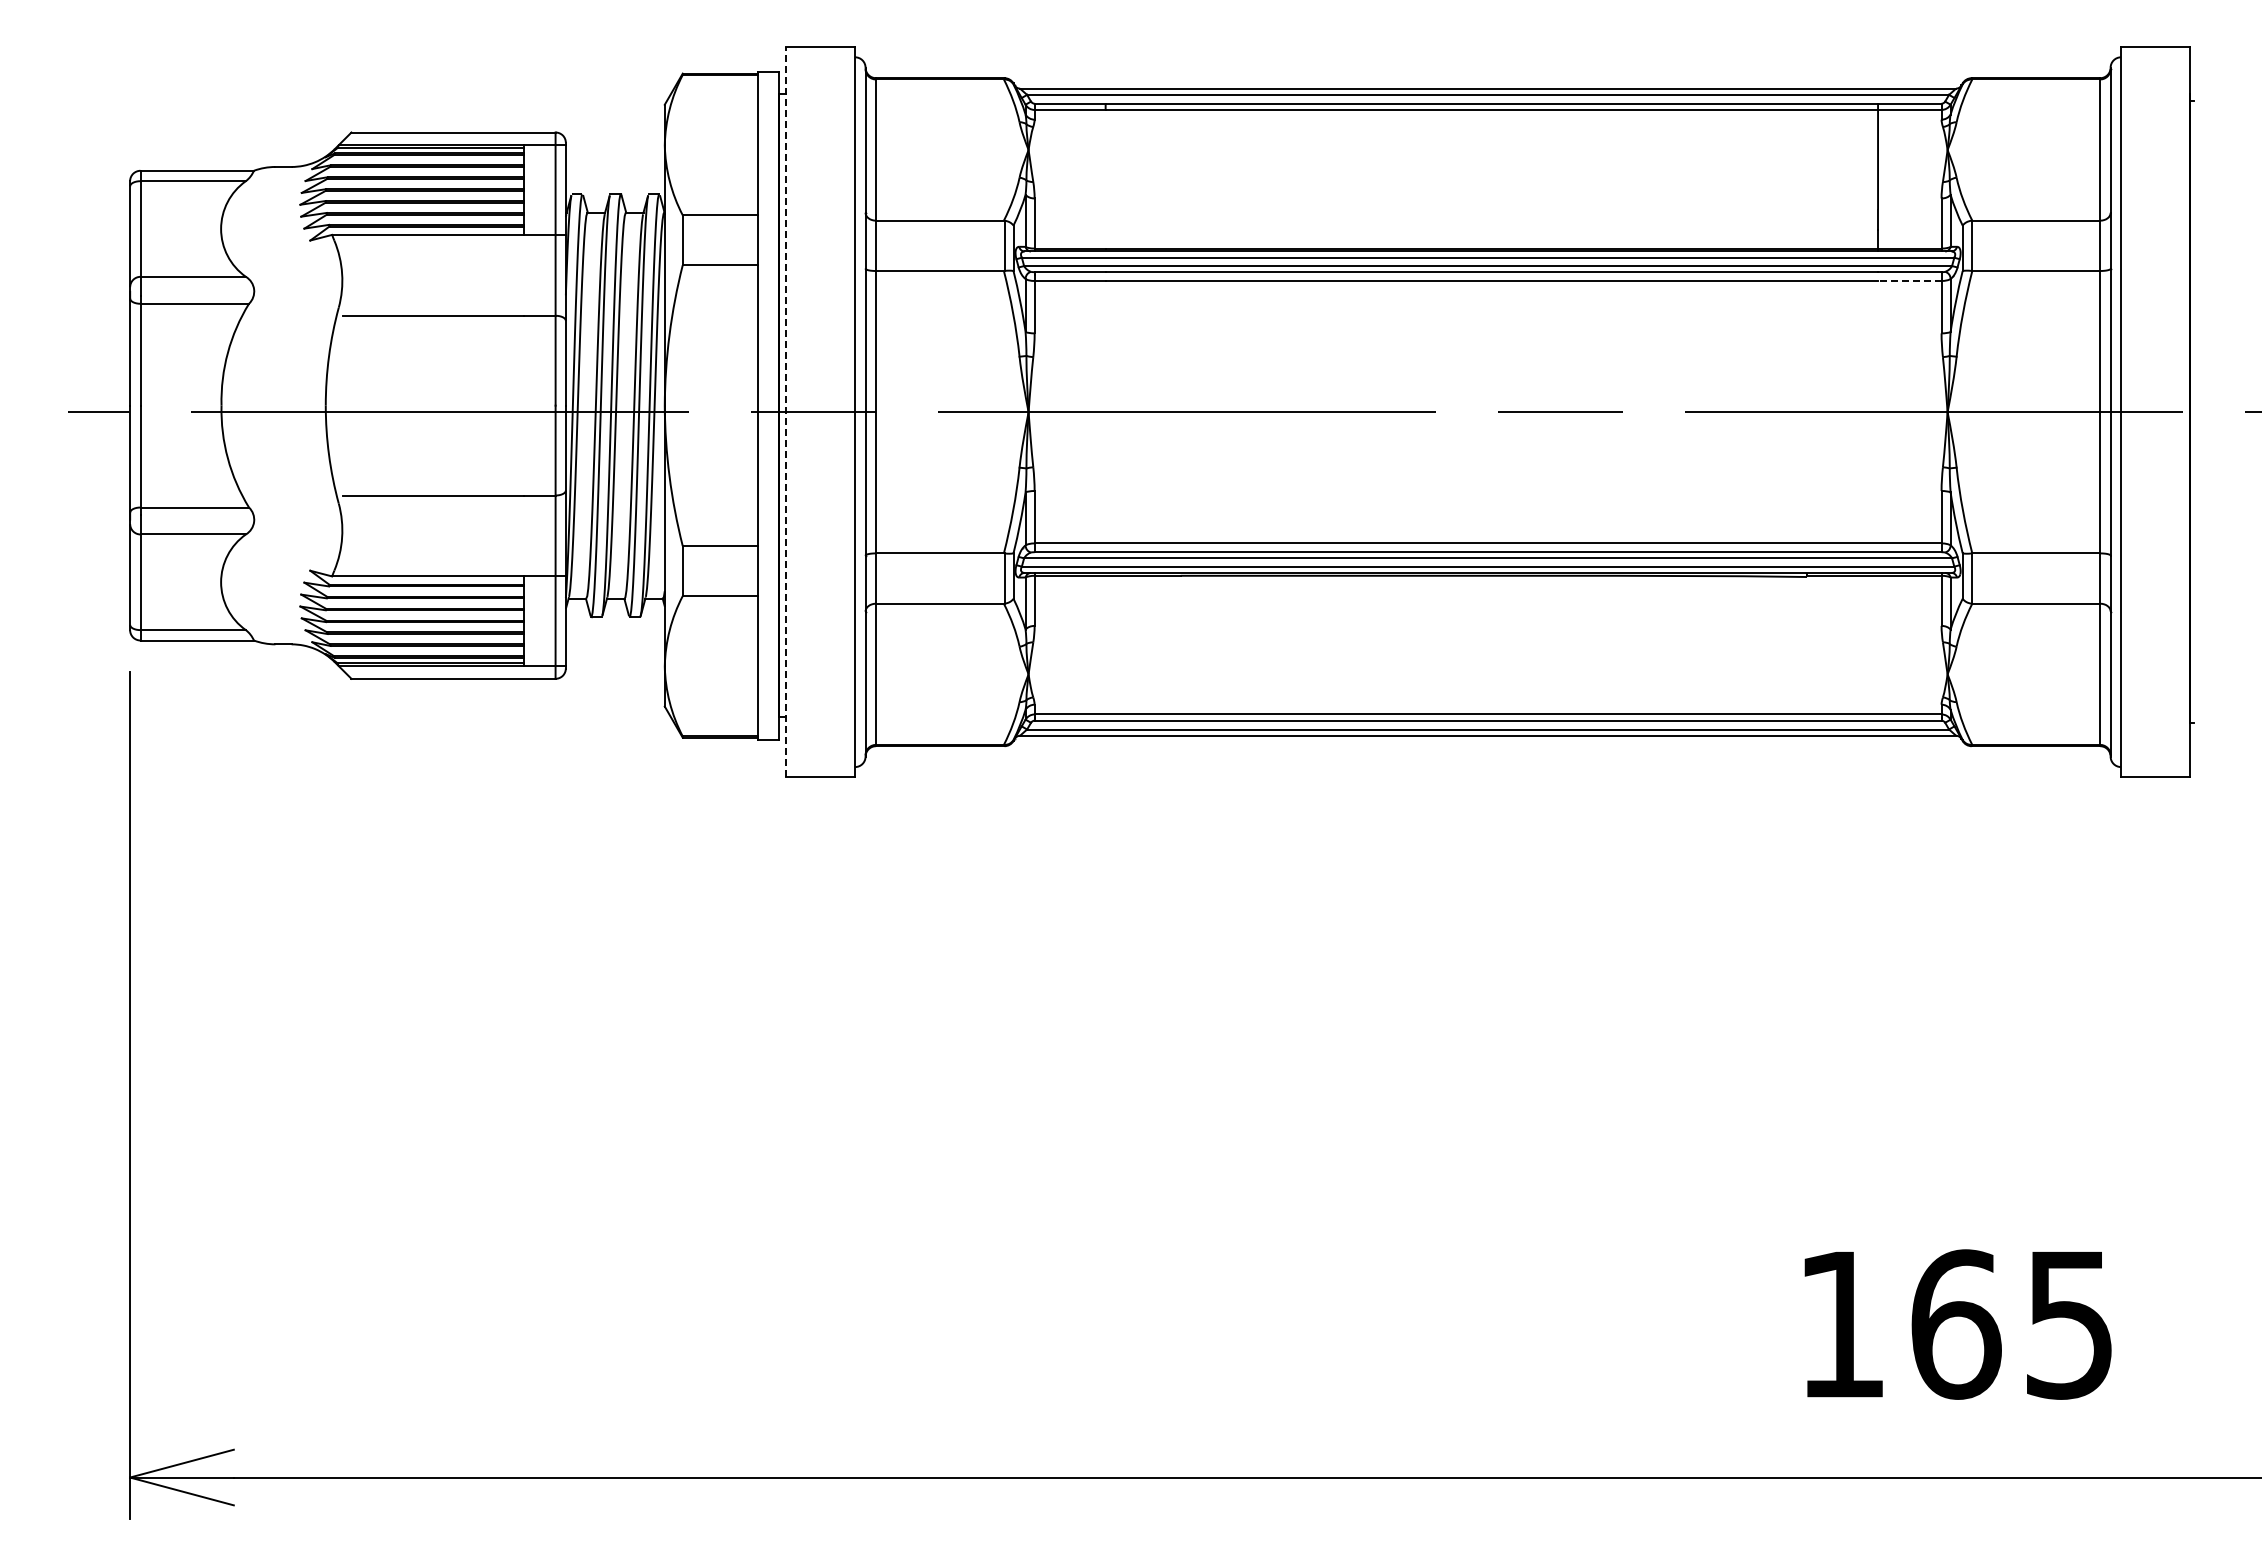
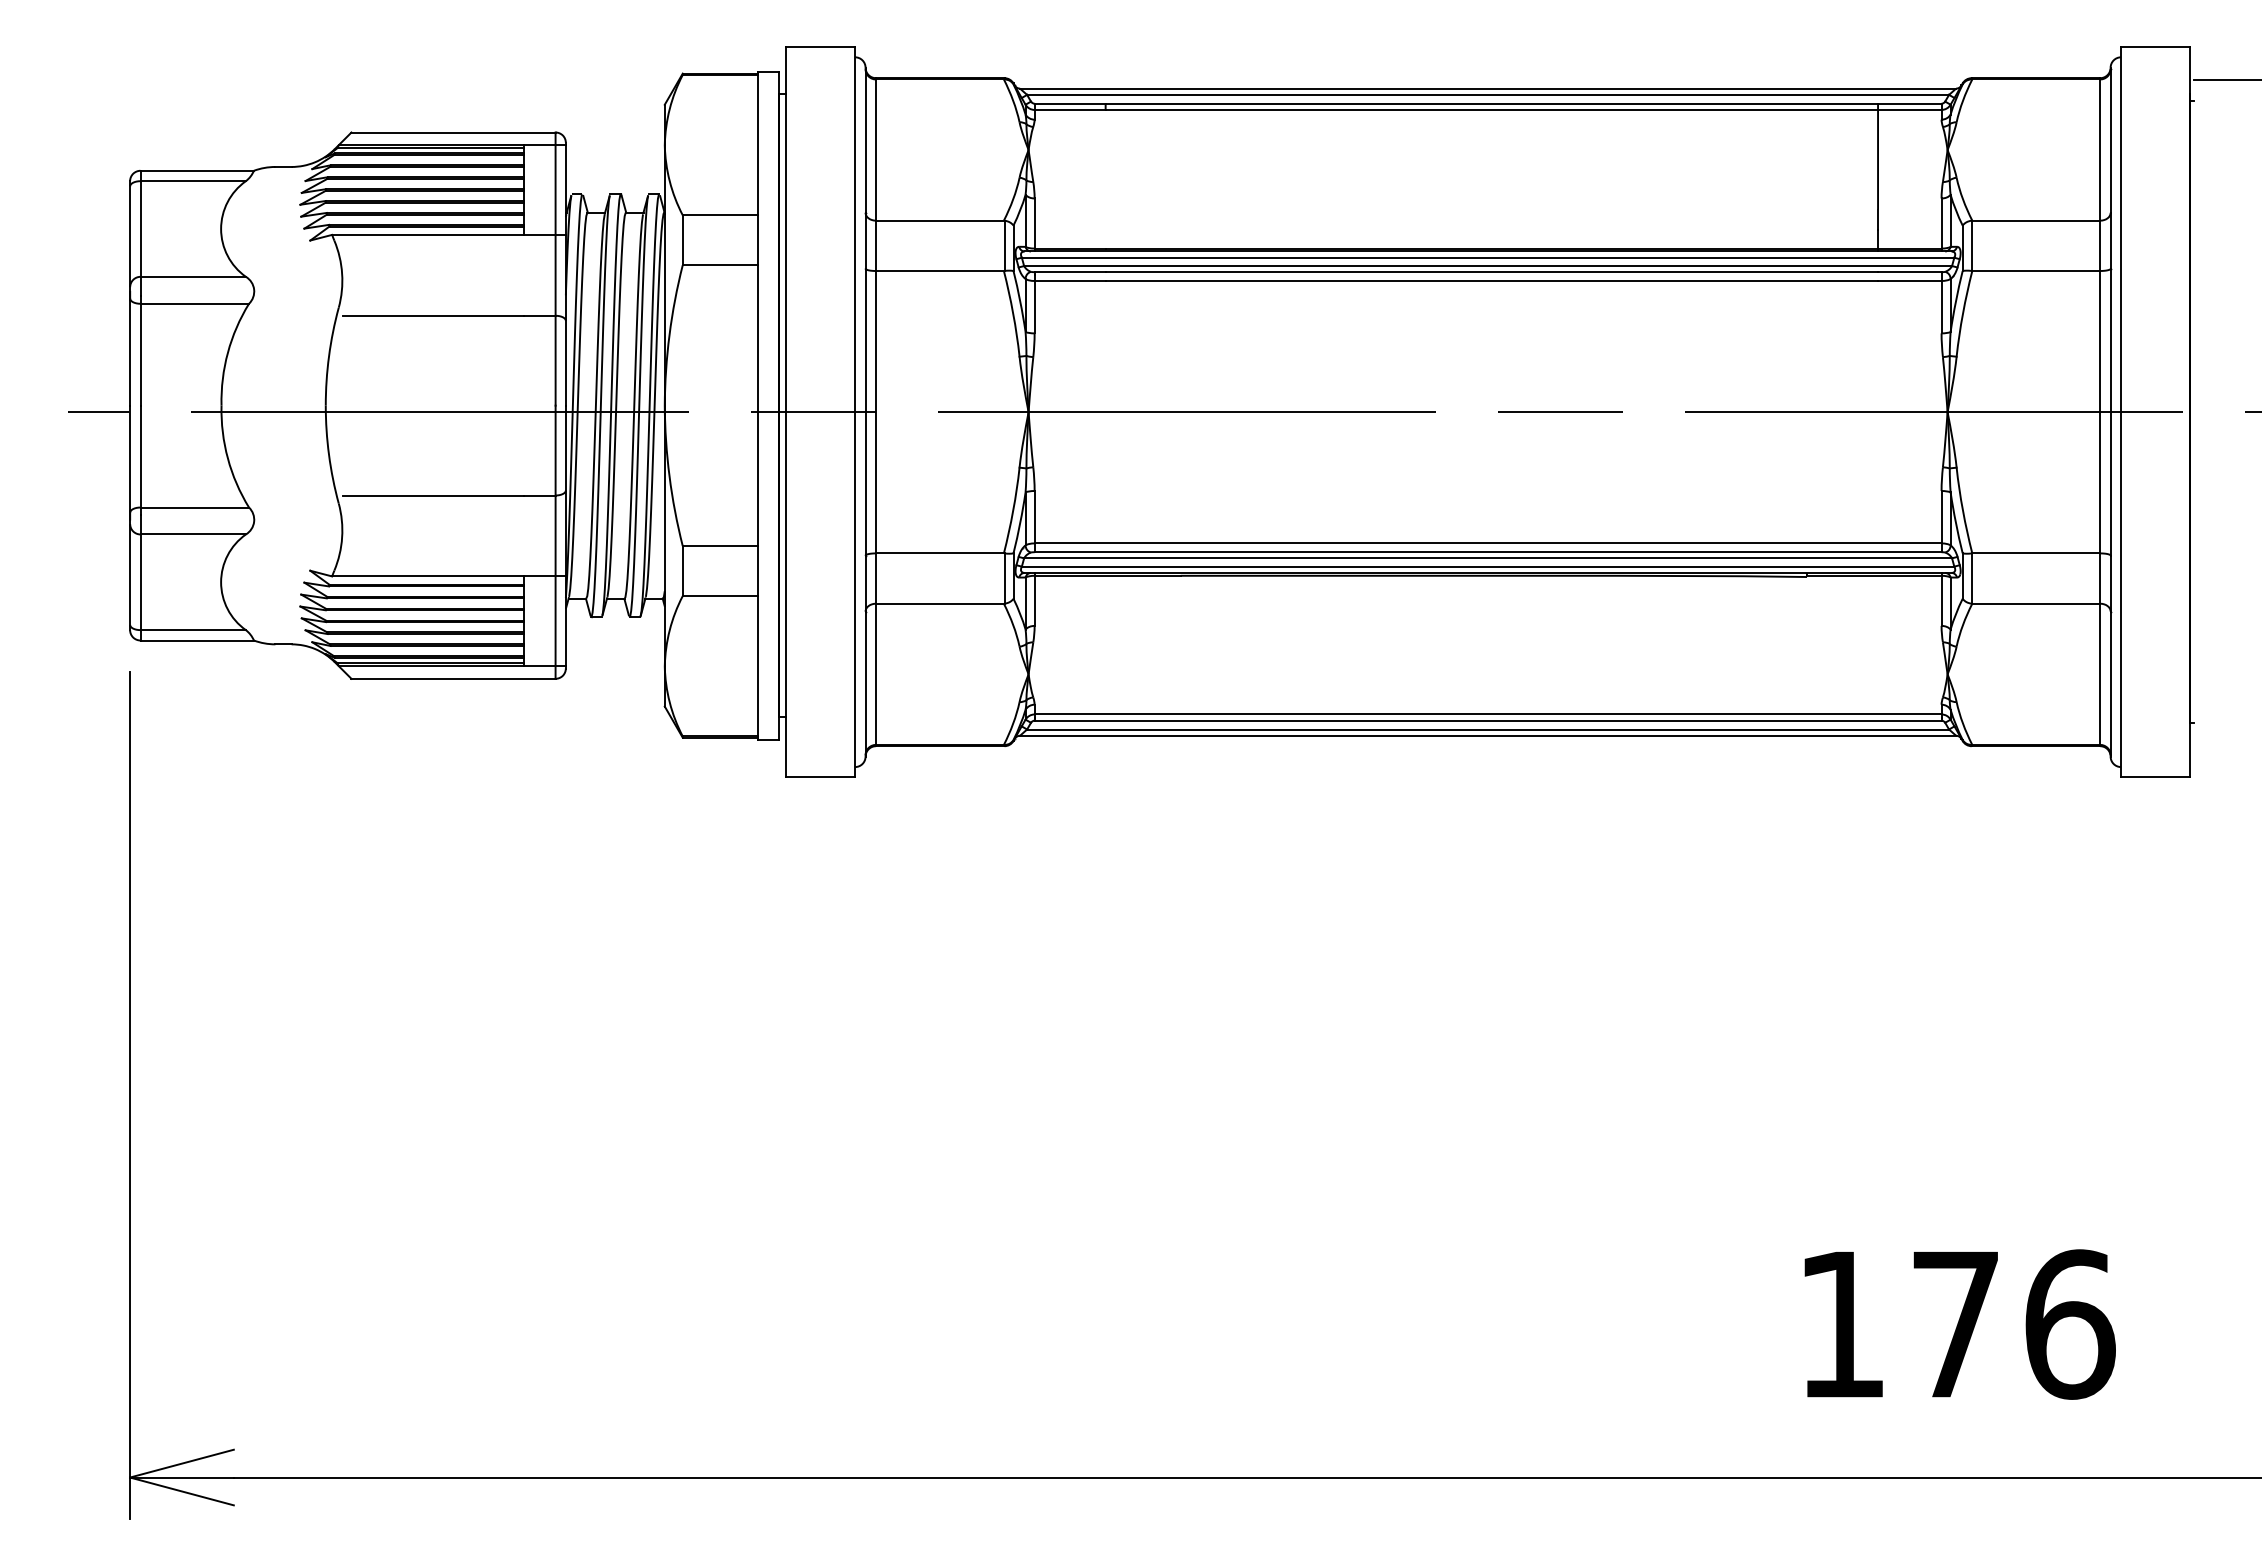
line at (2226, 80): none -> present
line at (1909, 280): dashed -> solid
line at (786, 411): dashed -> solid
text at (2013, 1324): 165 -> 176
